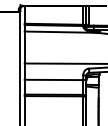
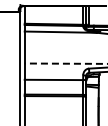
line at (66, 63): solid -> dashed
